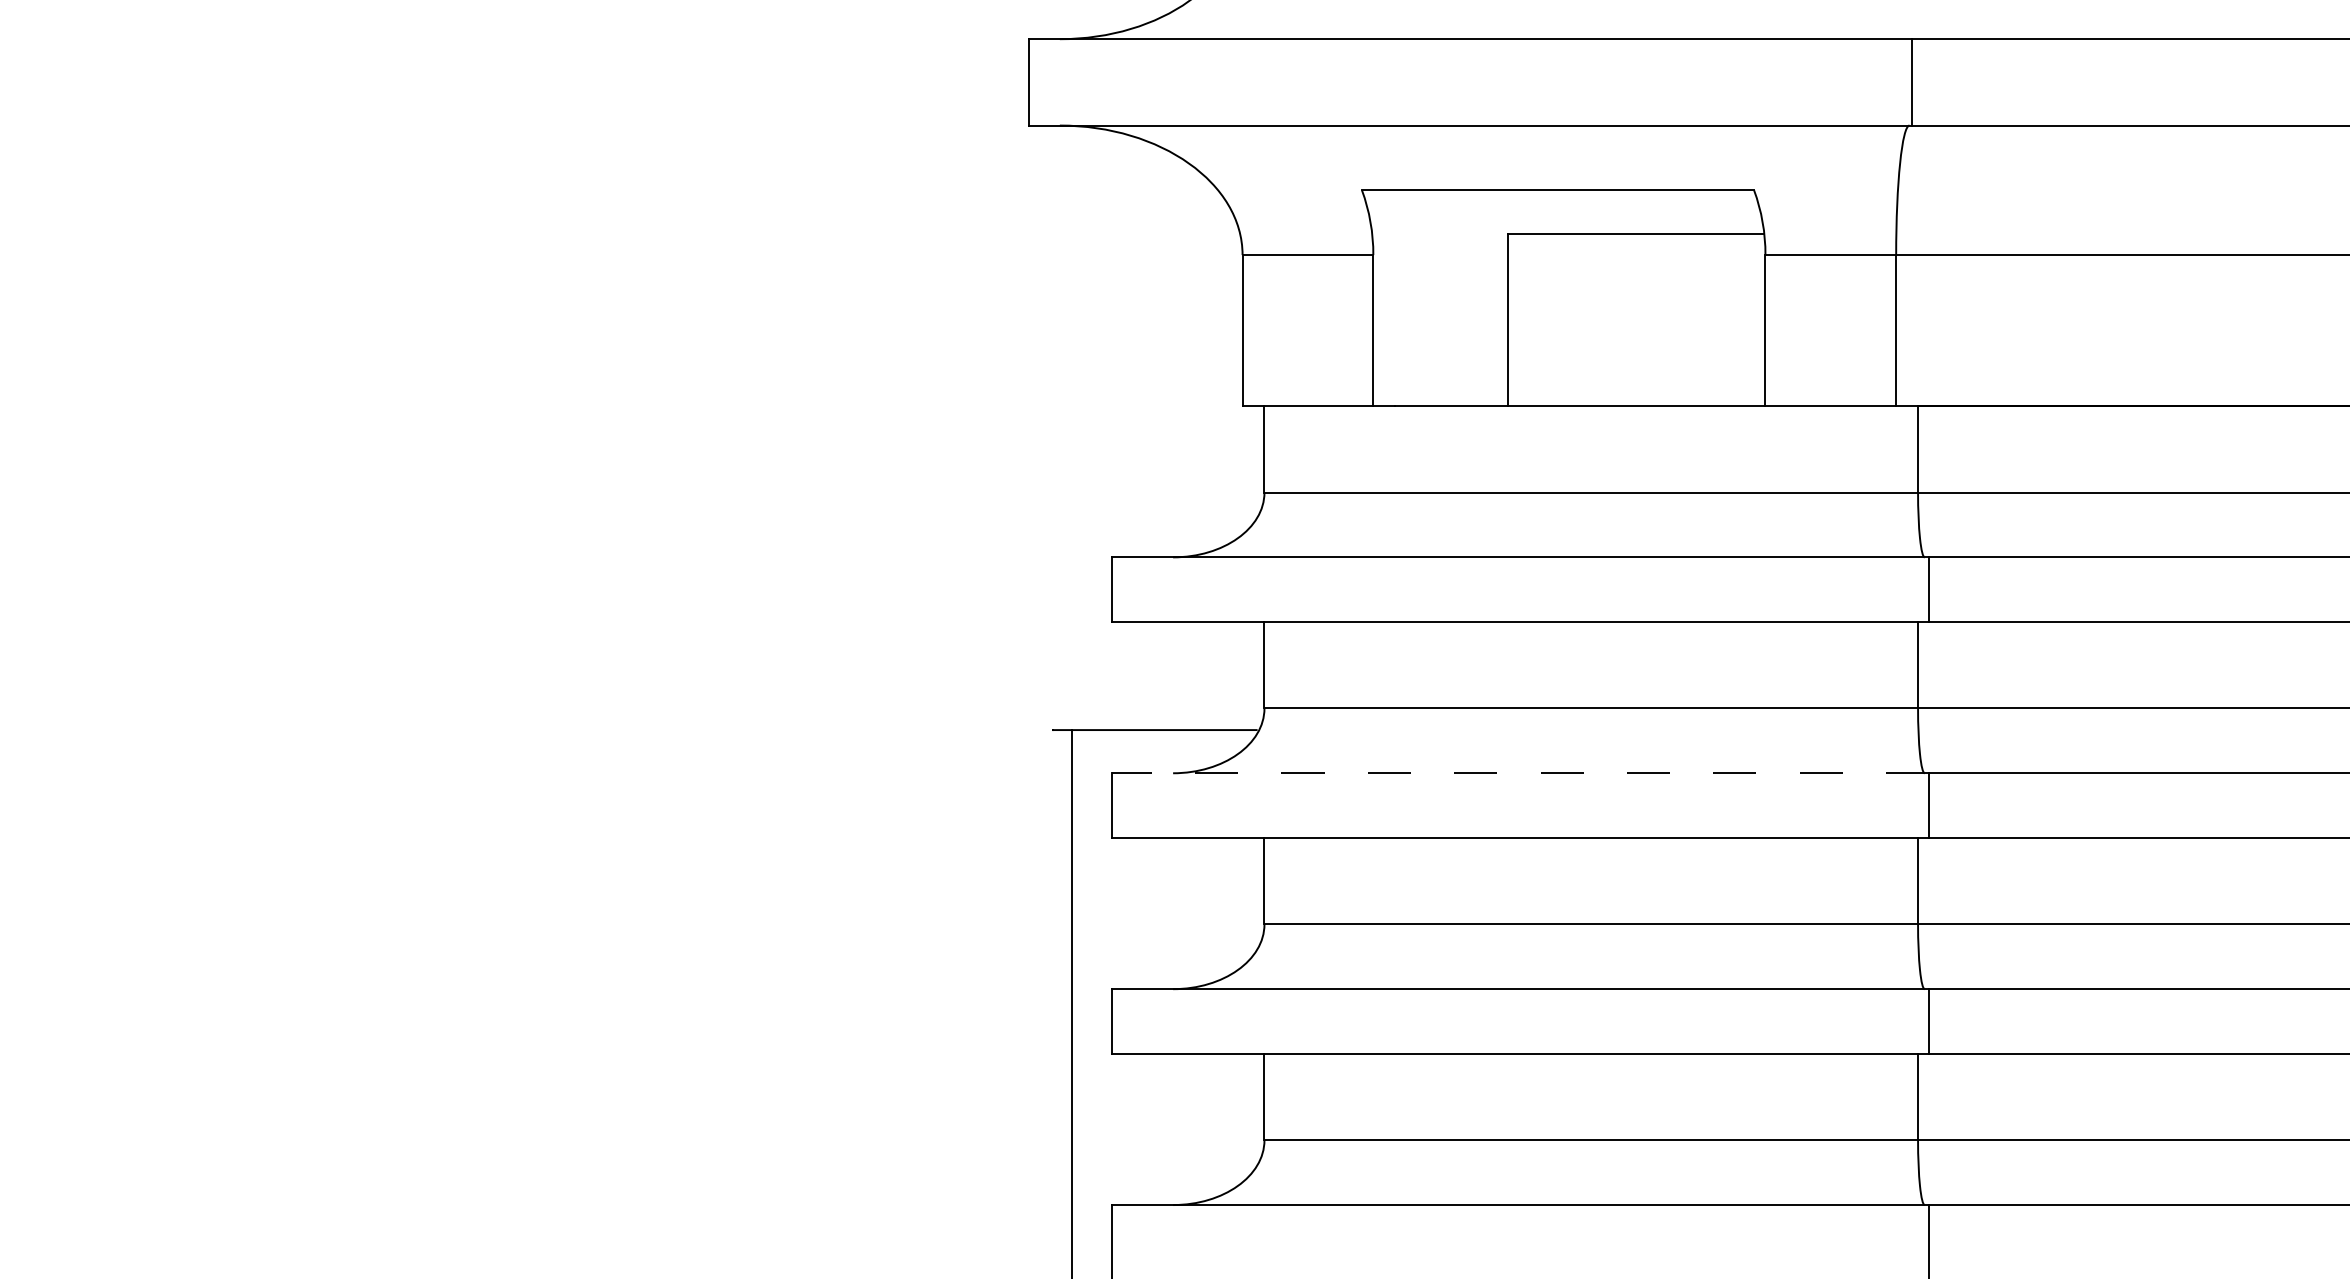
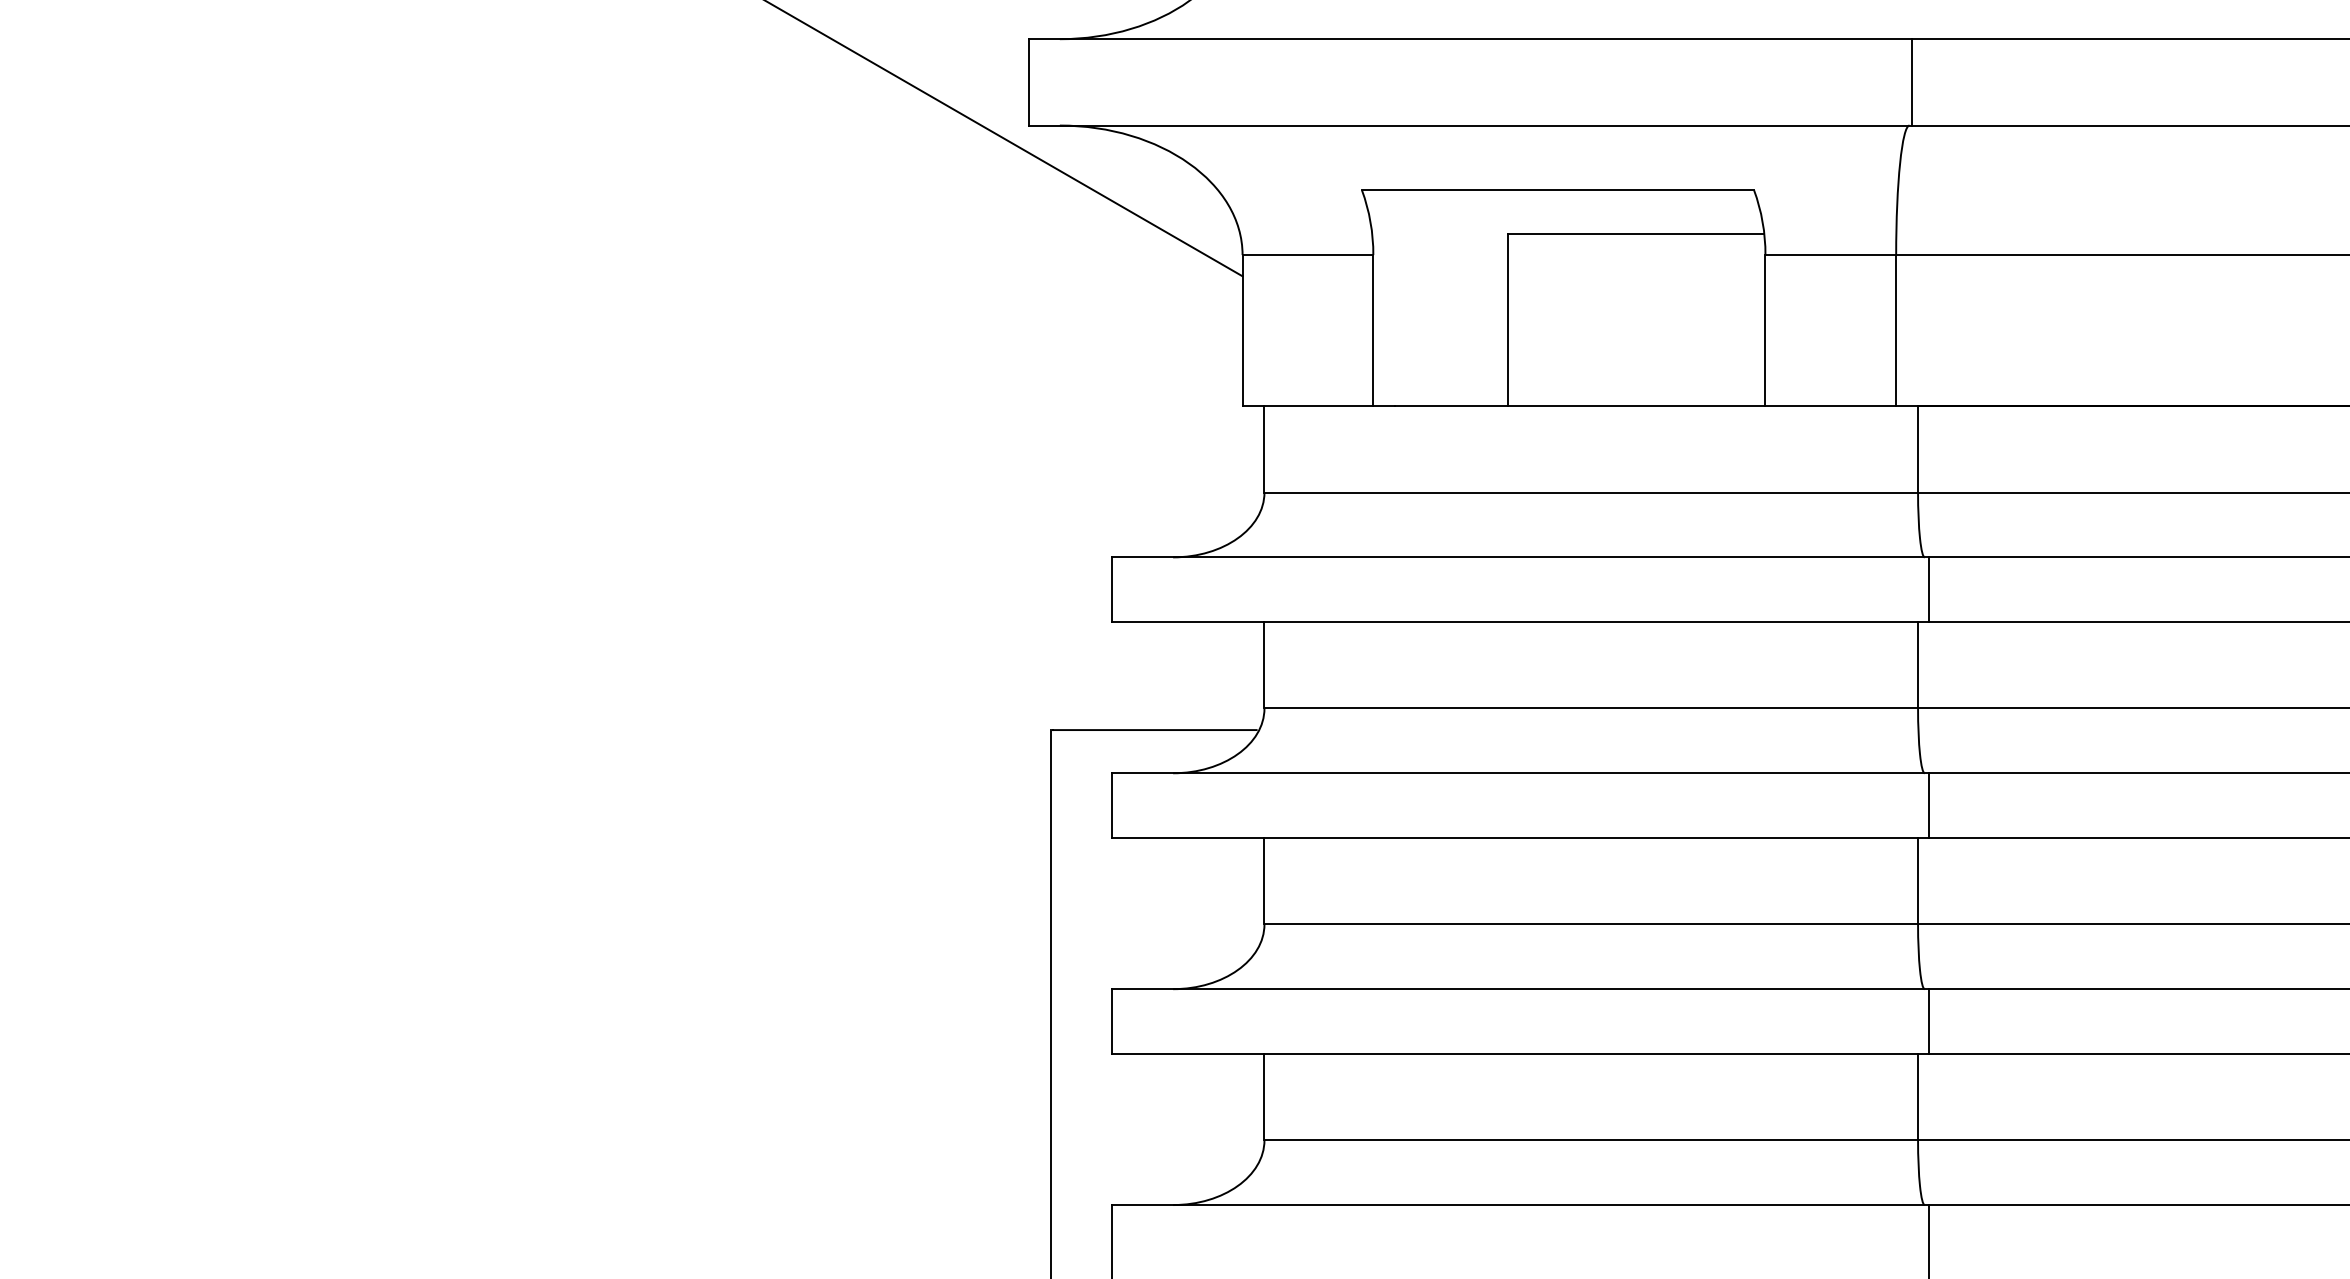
line at (1004, 139): none -> present
line at (1520, 773): dashed -> solid
line at (1072, 1002) position: (1072, 1002) -> (1051, 1002)
